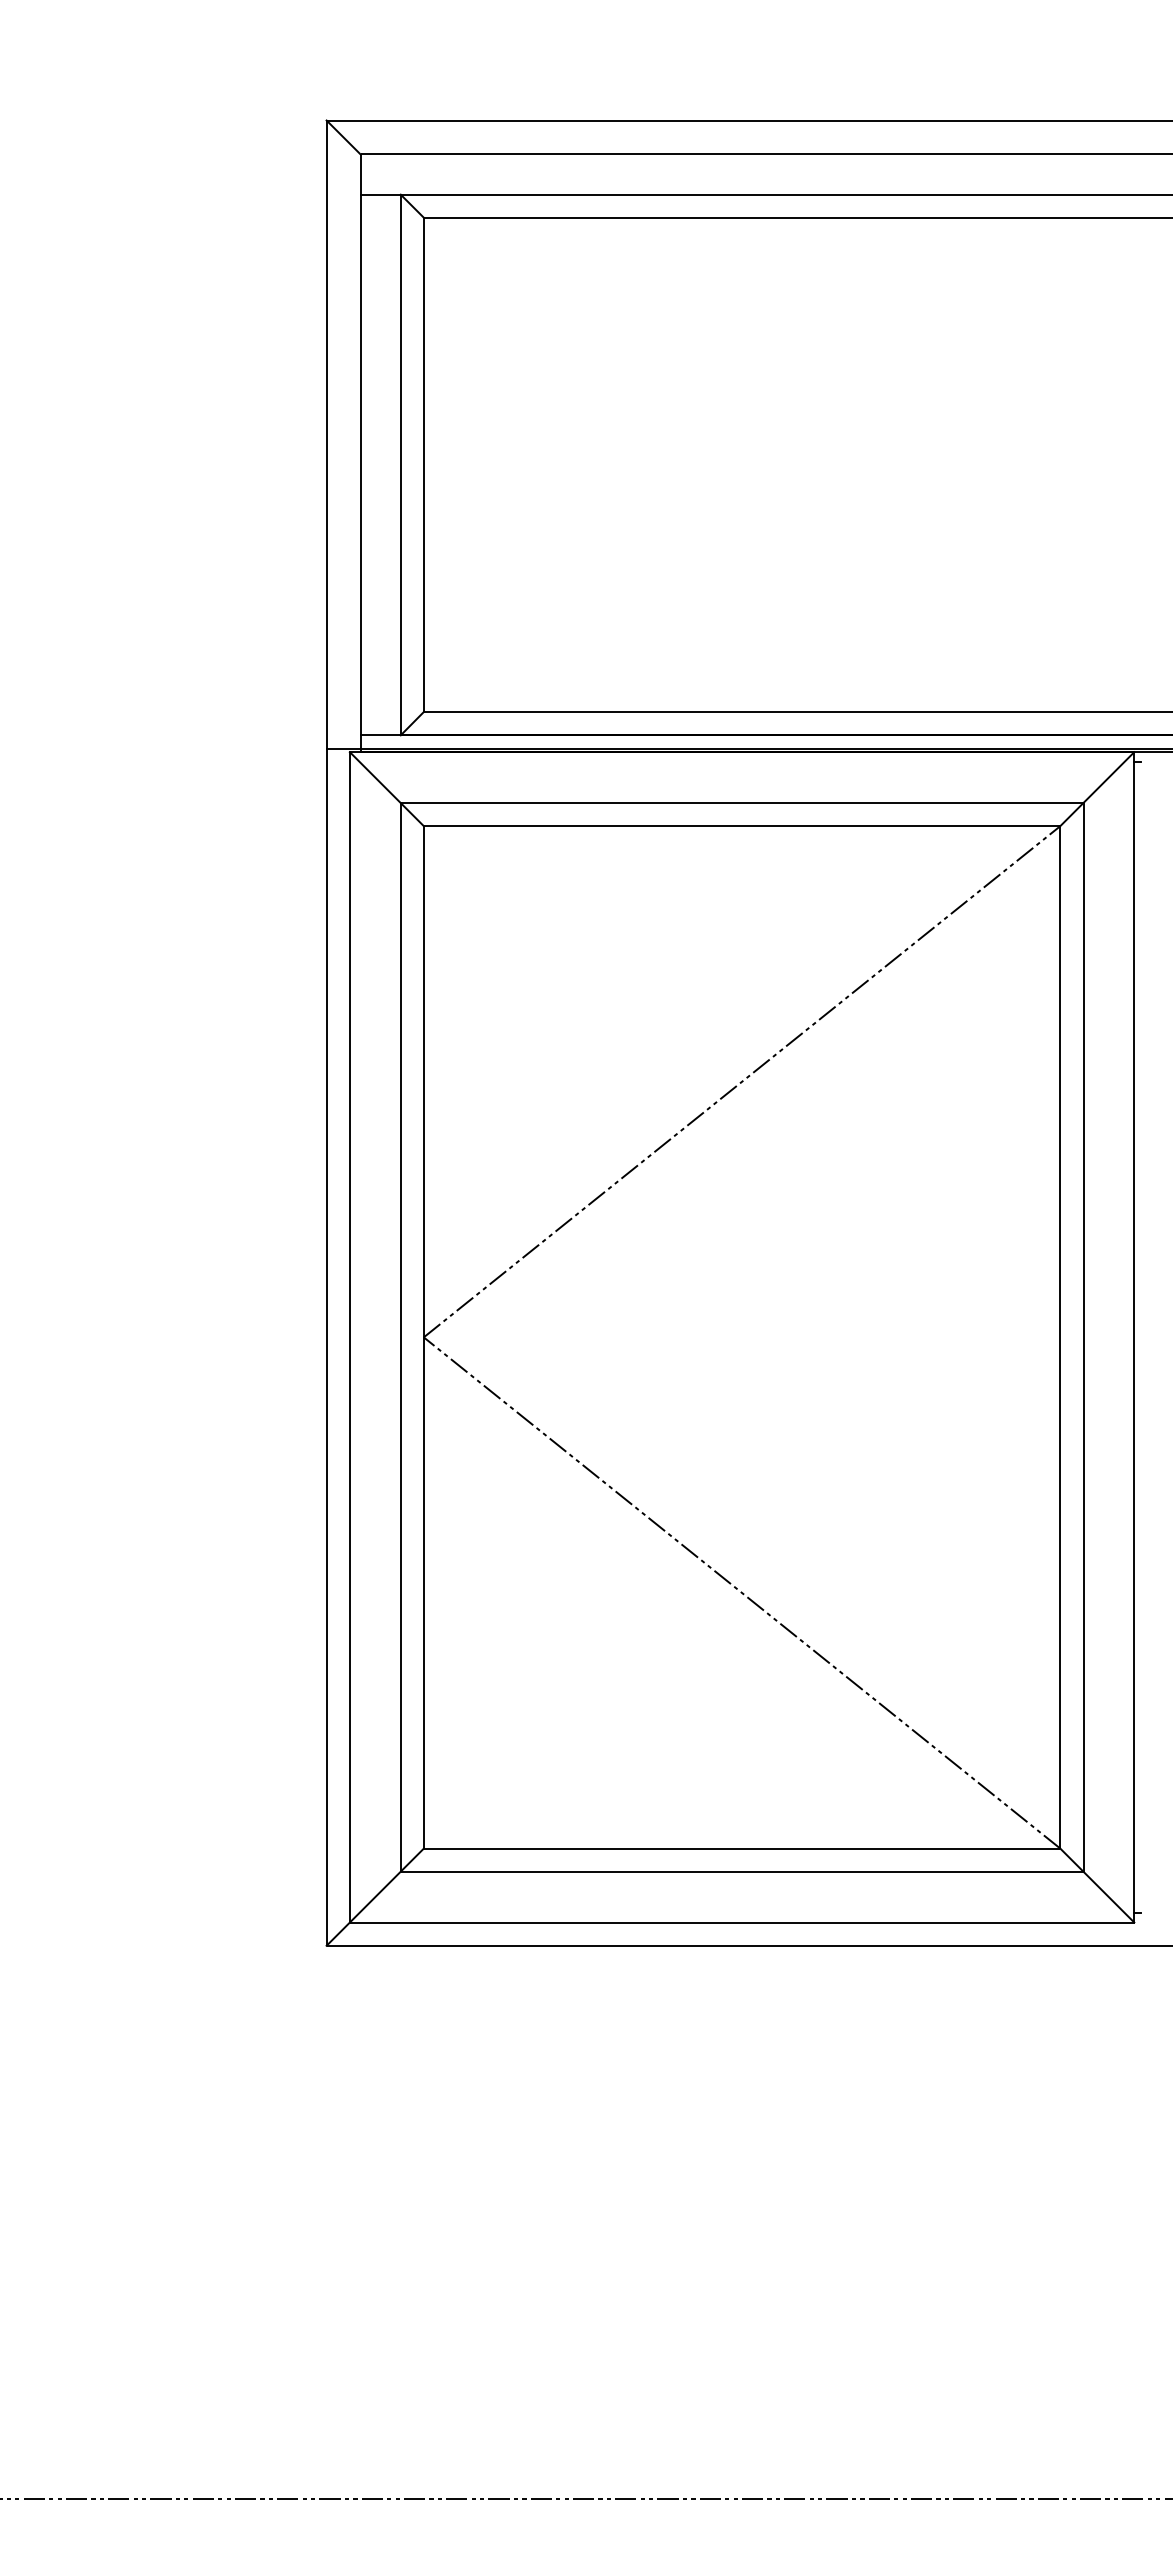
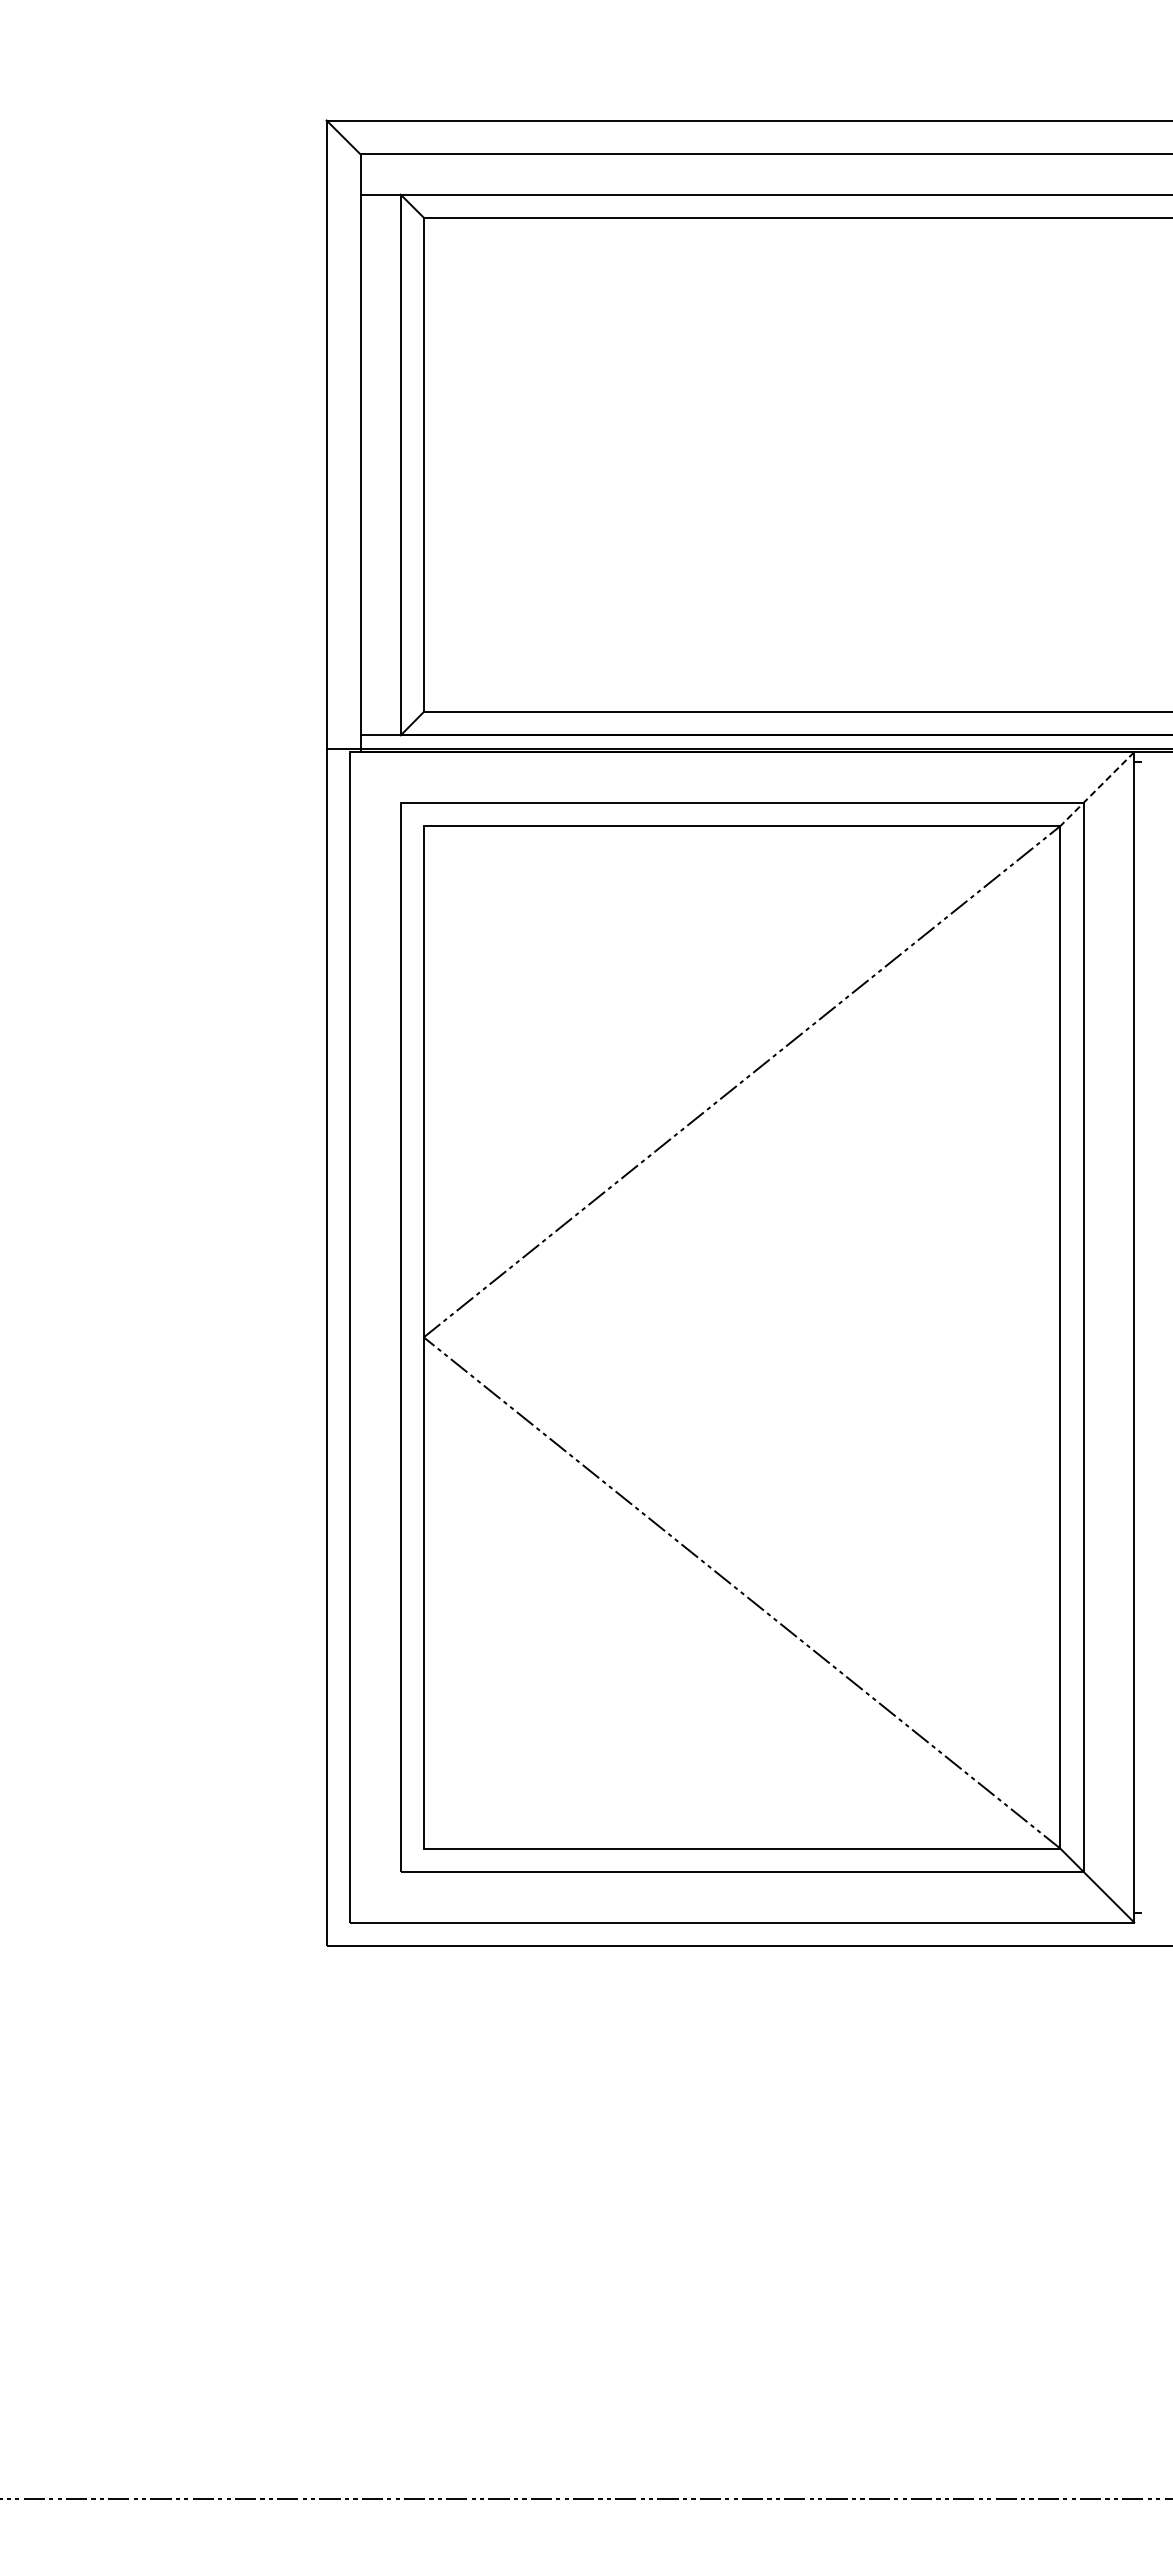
line at (386, 789): present -> none
line at (1096, 789): solid -> dashed
line at (374, 1896): present -> none
